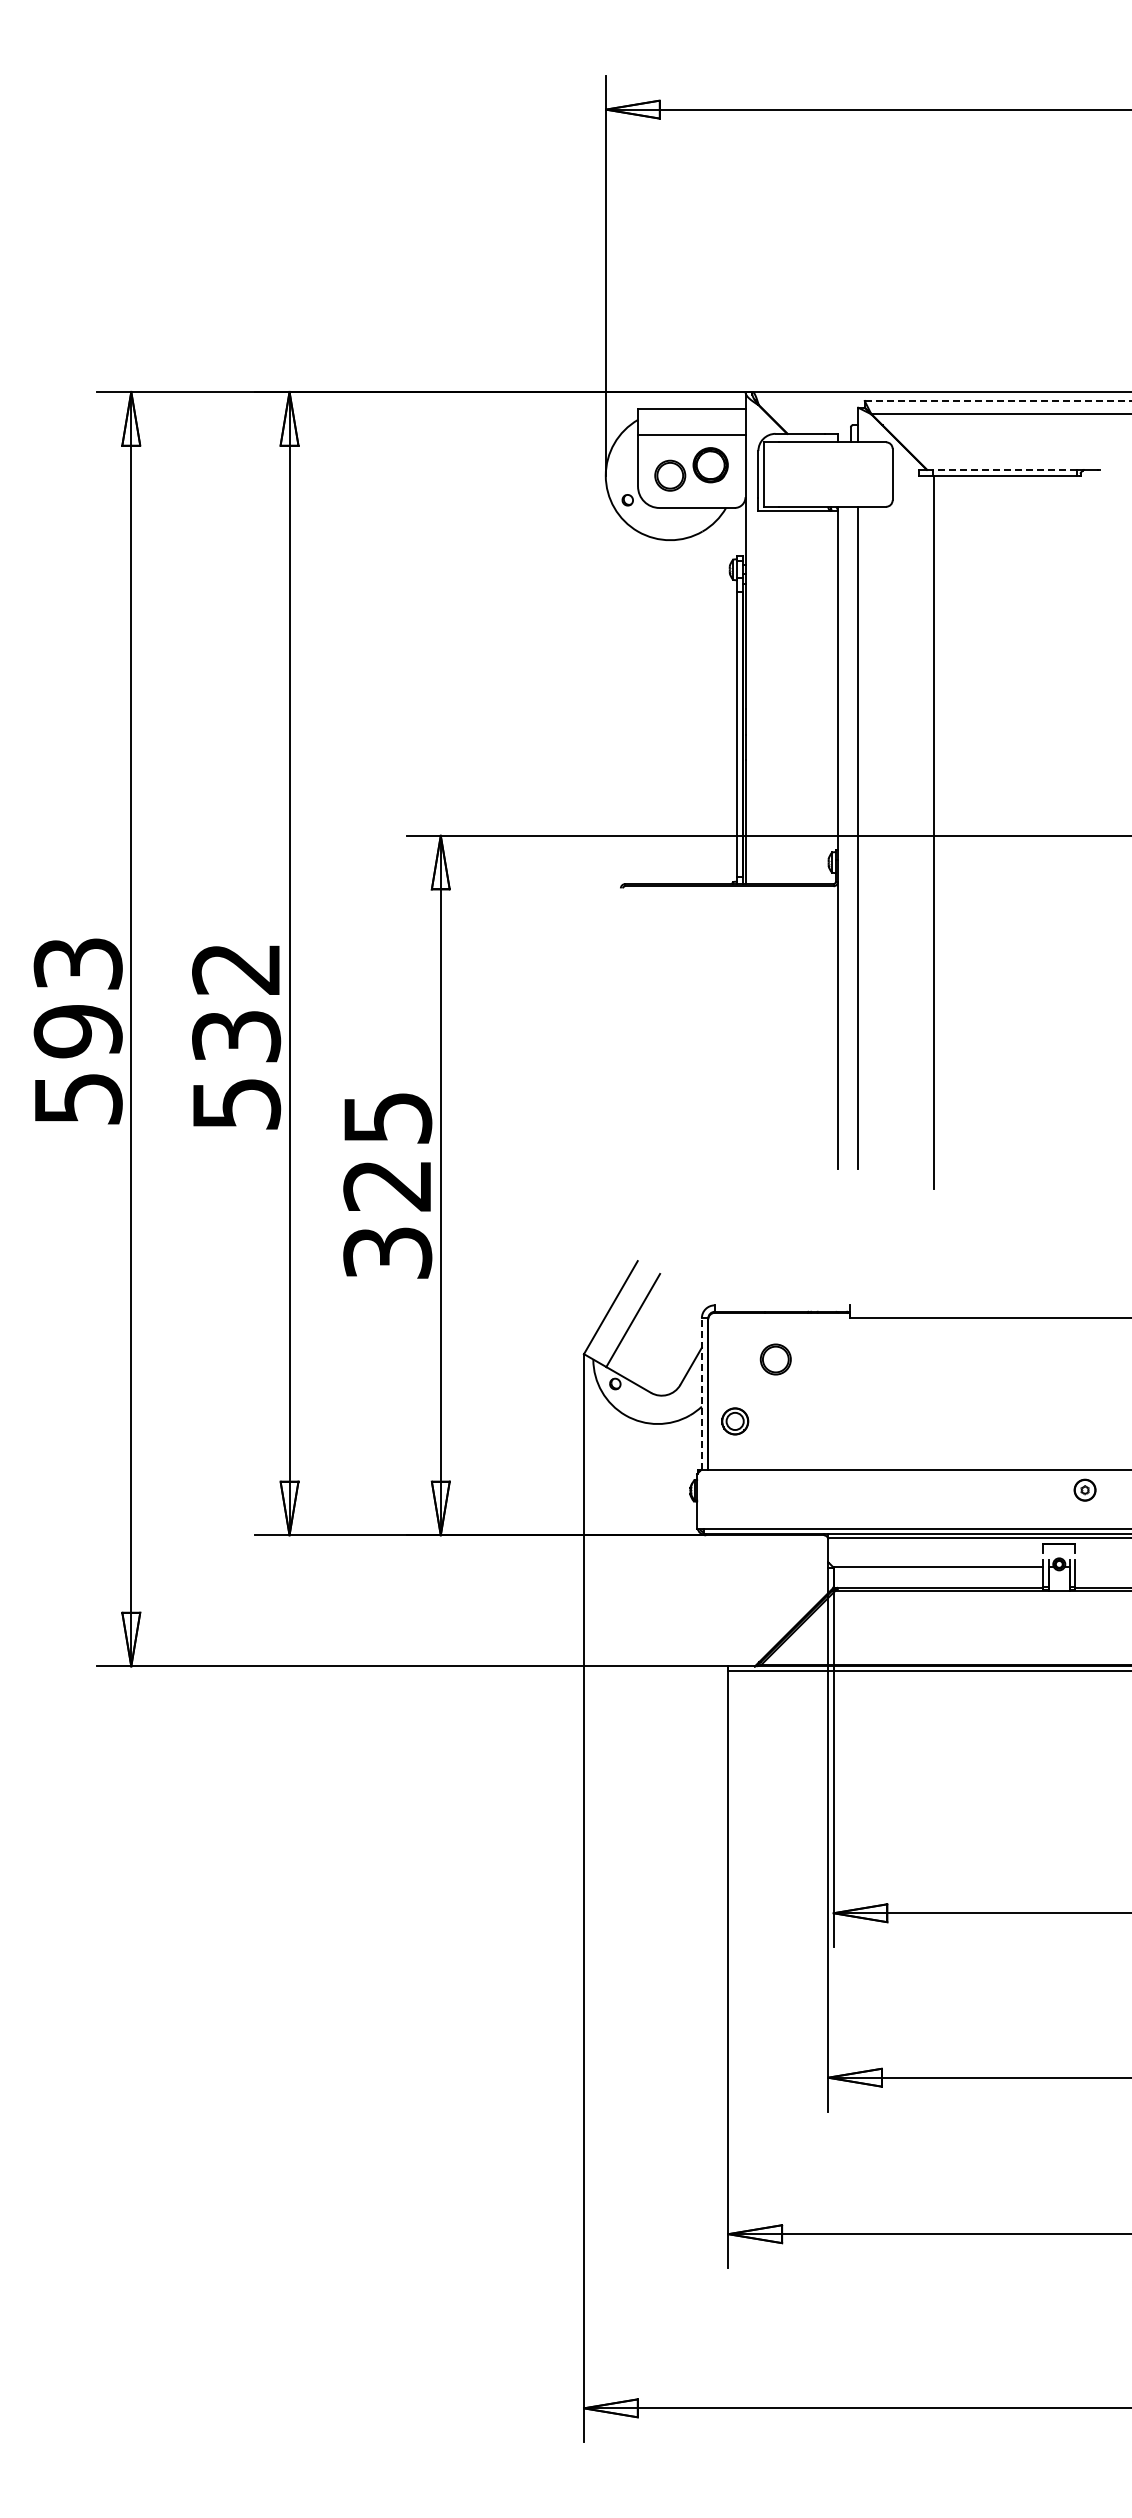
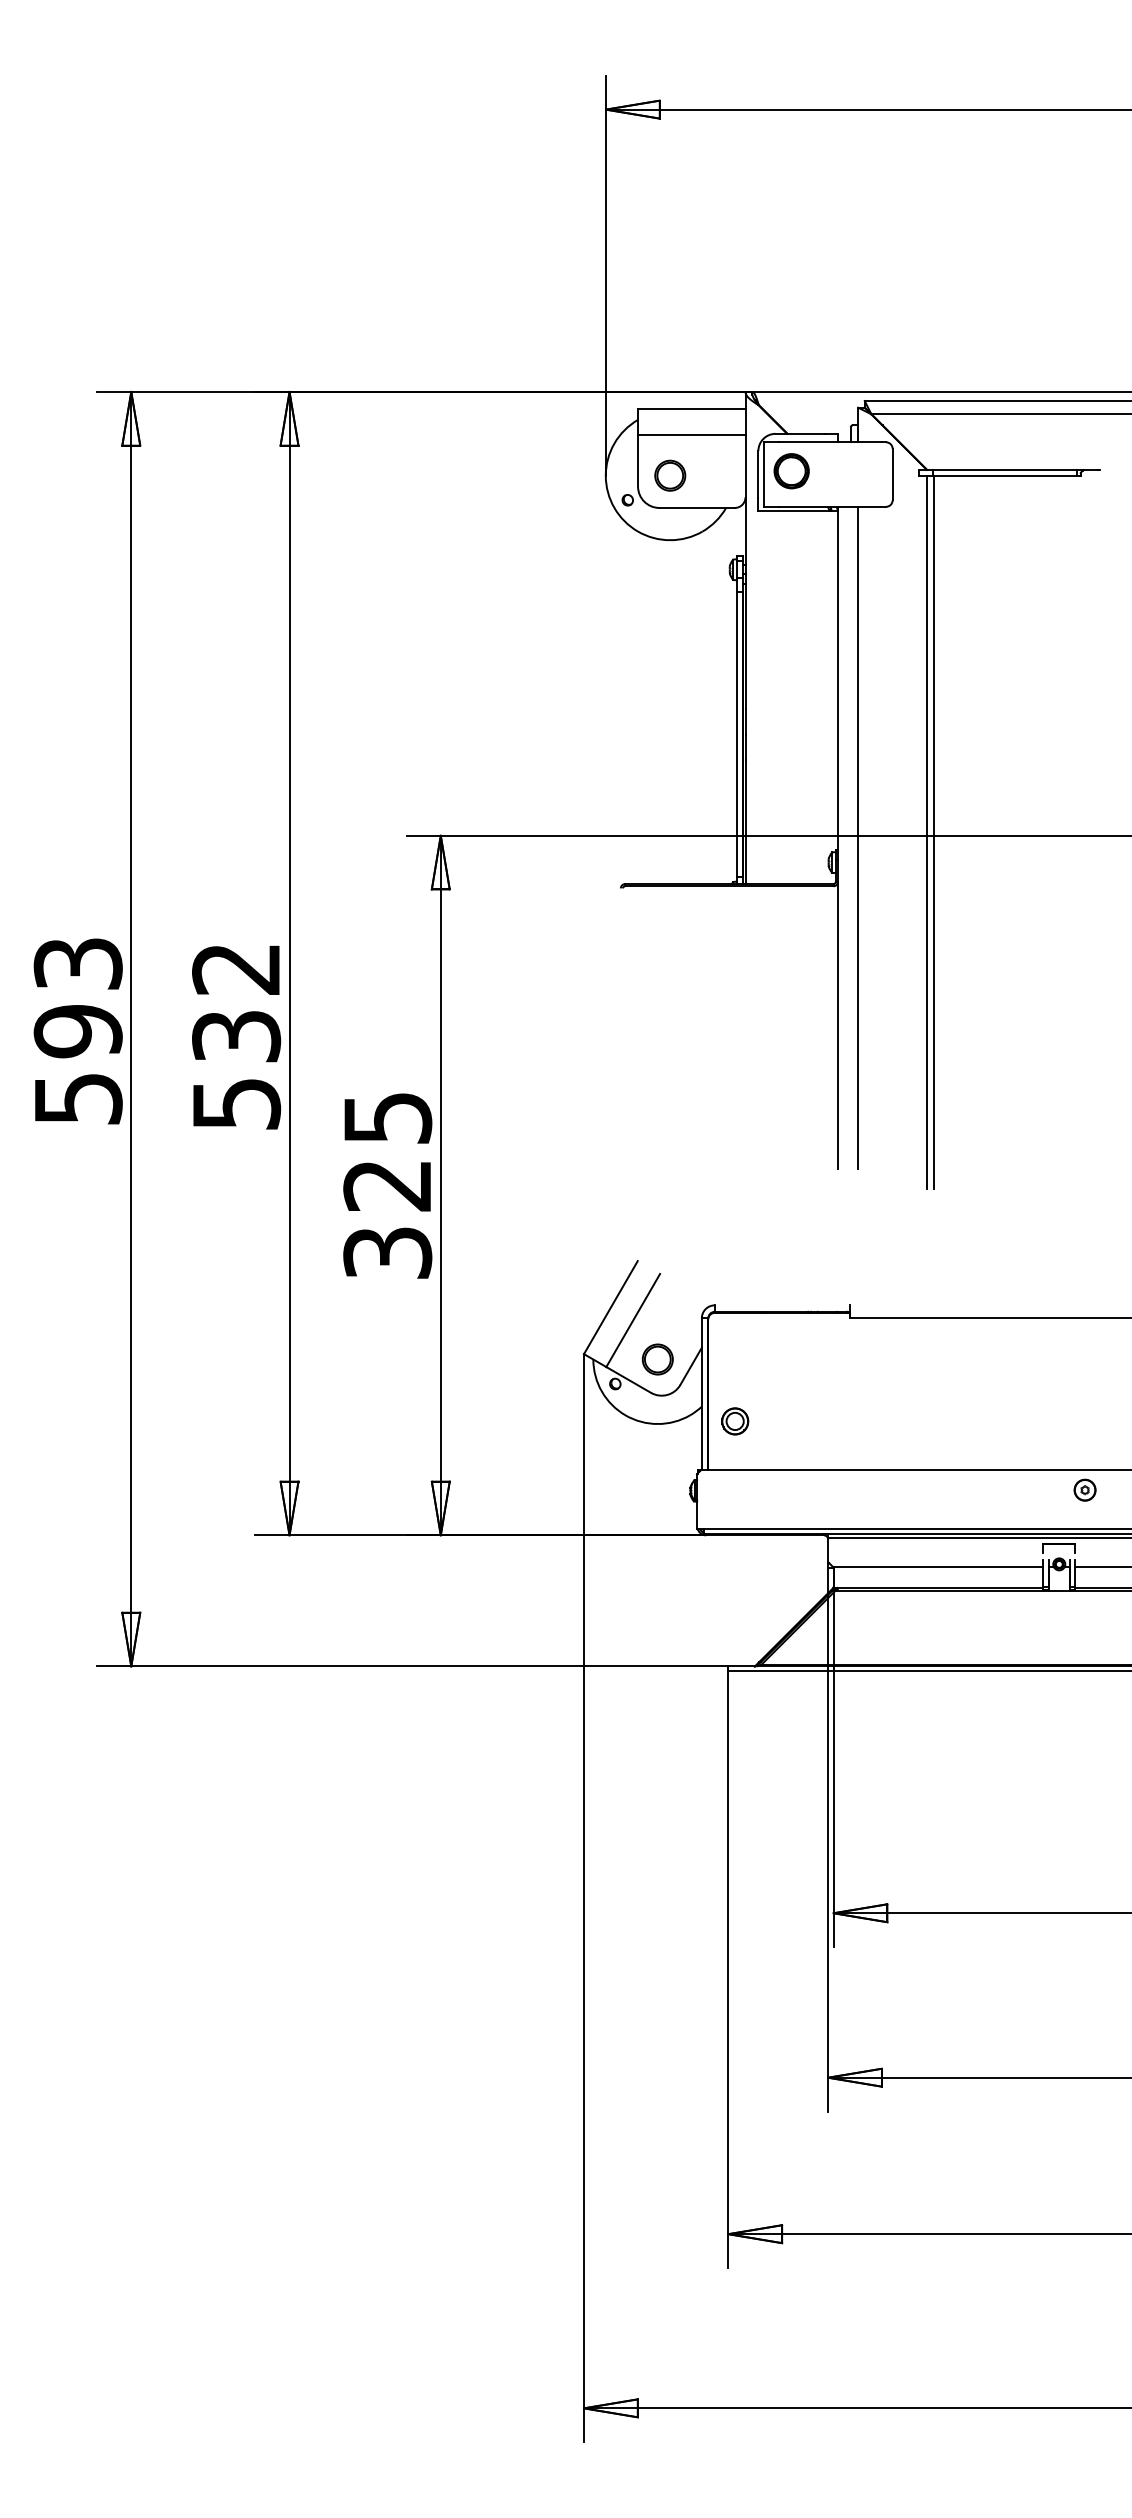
line at (998, 401): dashed -> solid
part at (710, 465) position: (710, 465) -> (791, 471)
line at (1005, 469): dashed -> solid
line at (927, 832): none -> present
part at (775, 1359) position: (775, 1359) -> (657, 1359)
line at (701, 1394): dashed -> solid
line at (1101, 1566): none -> present
